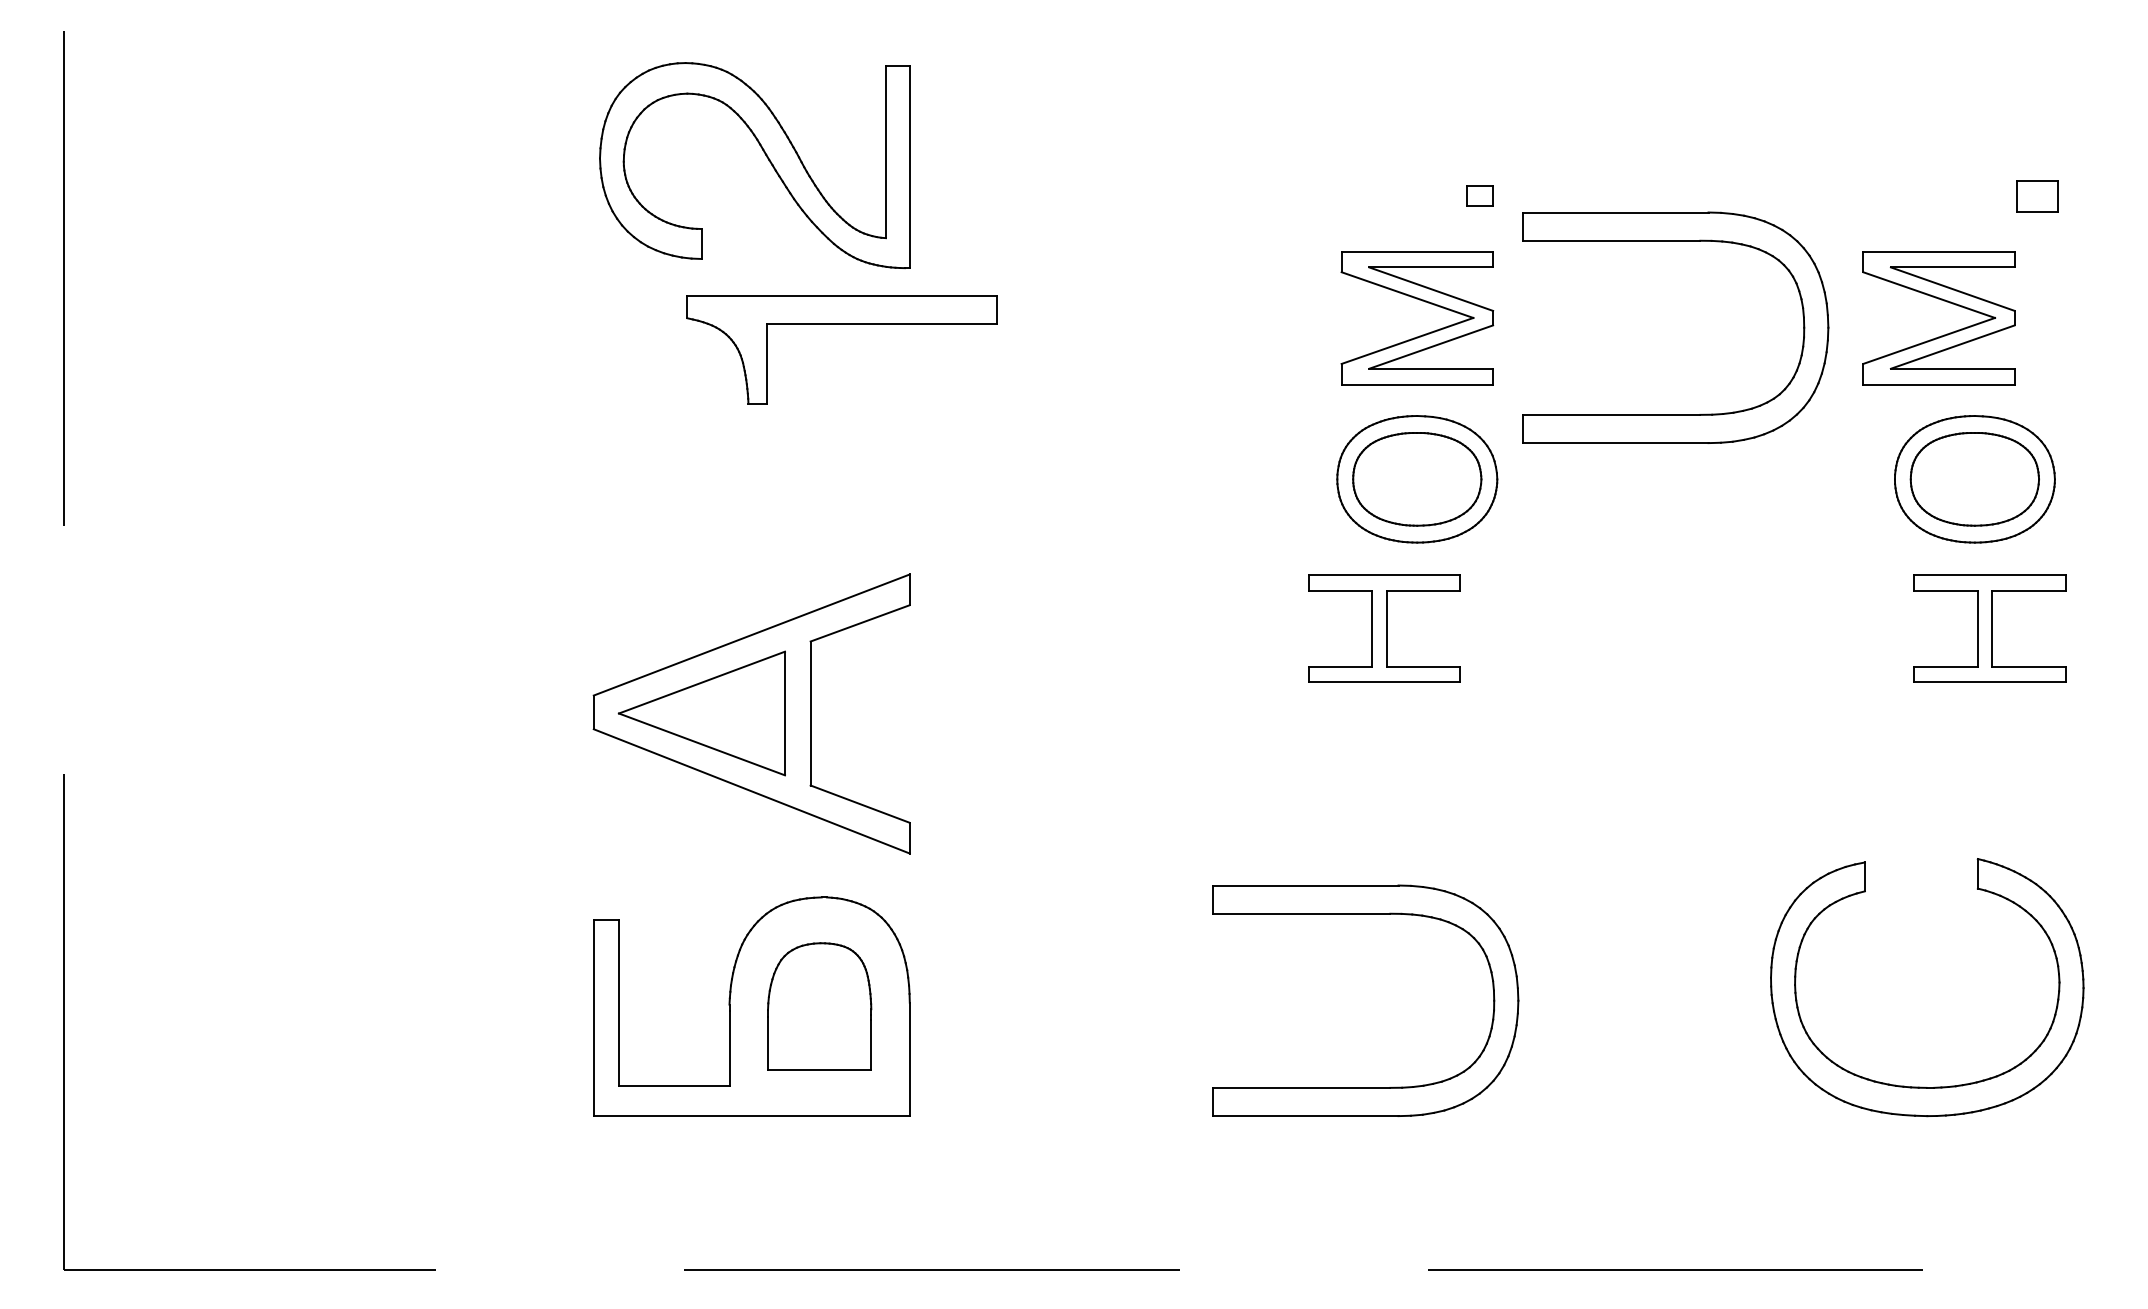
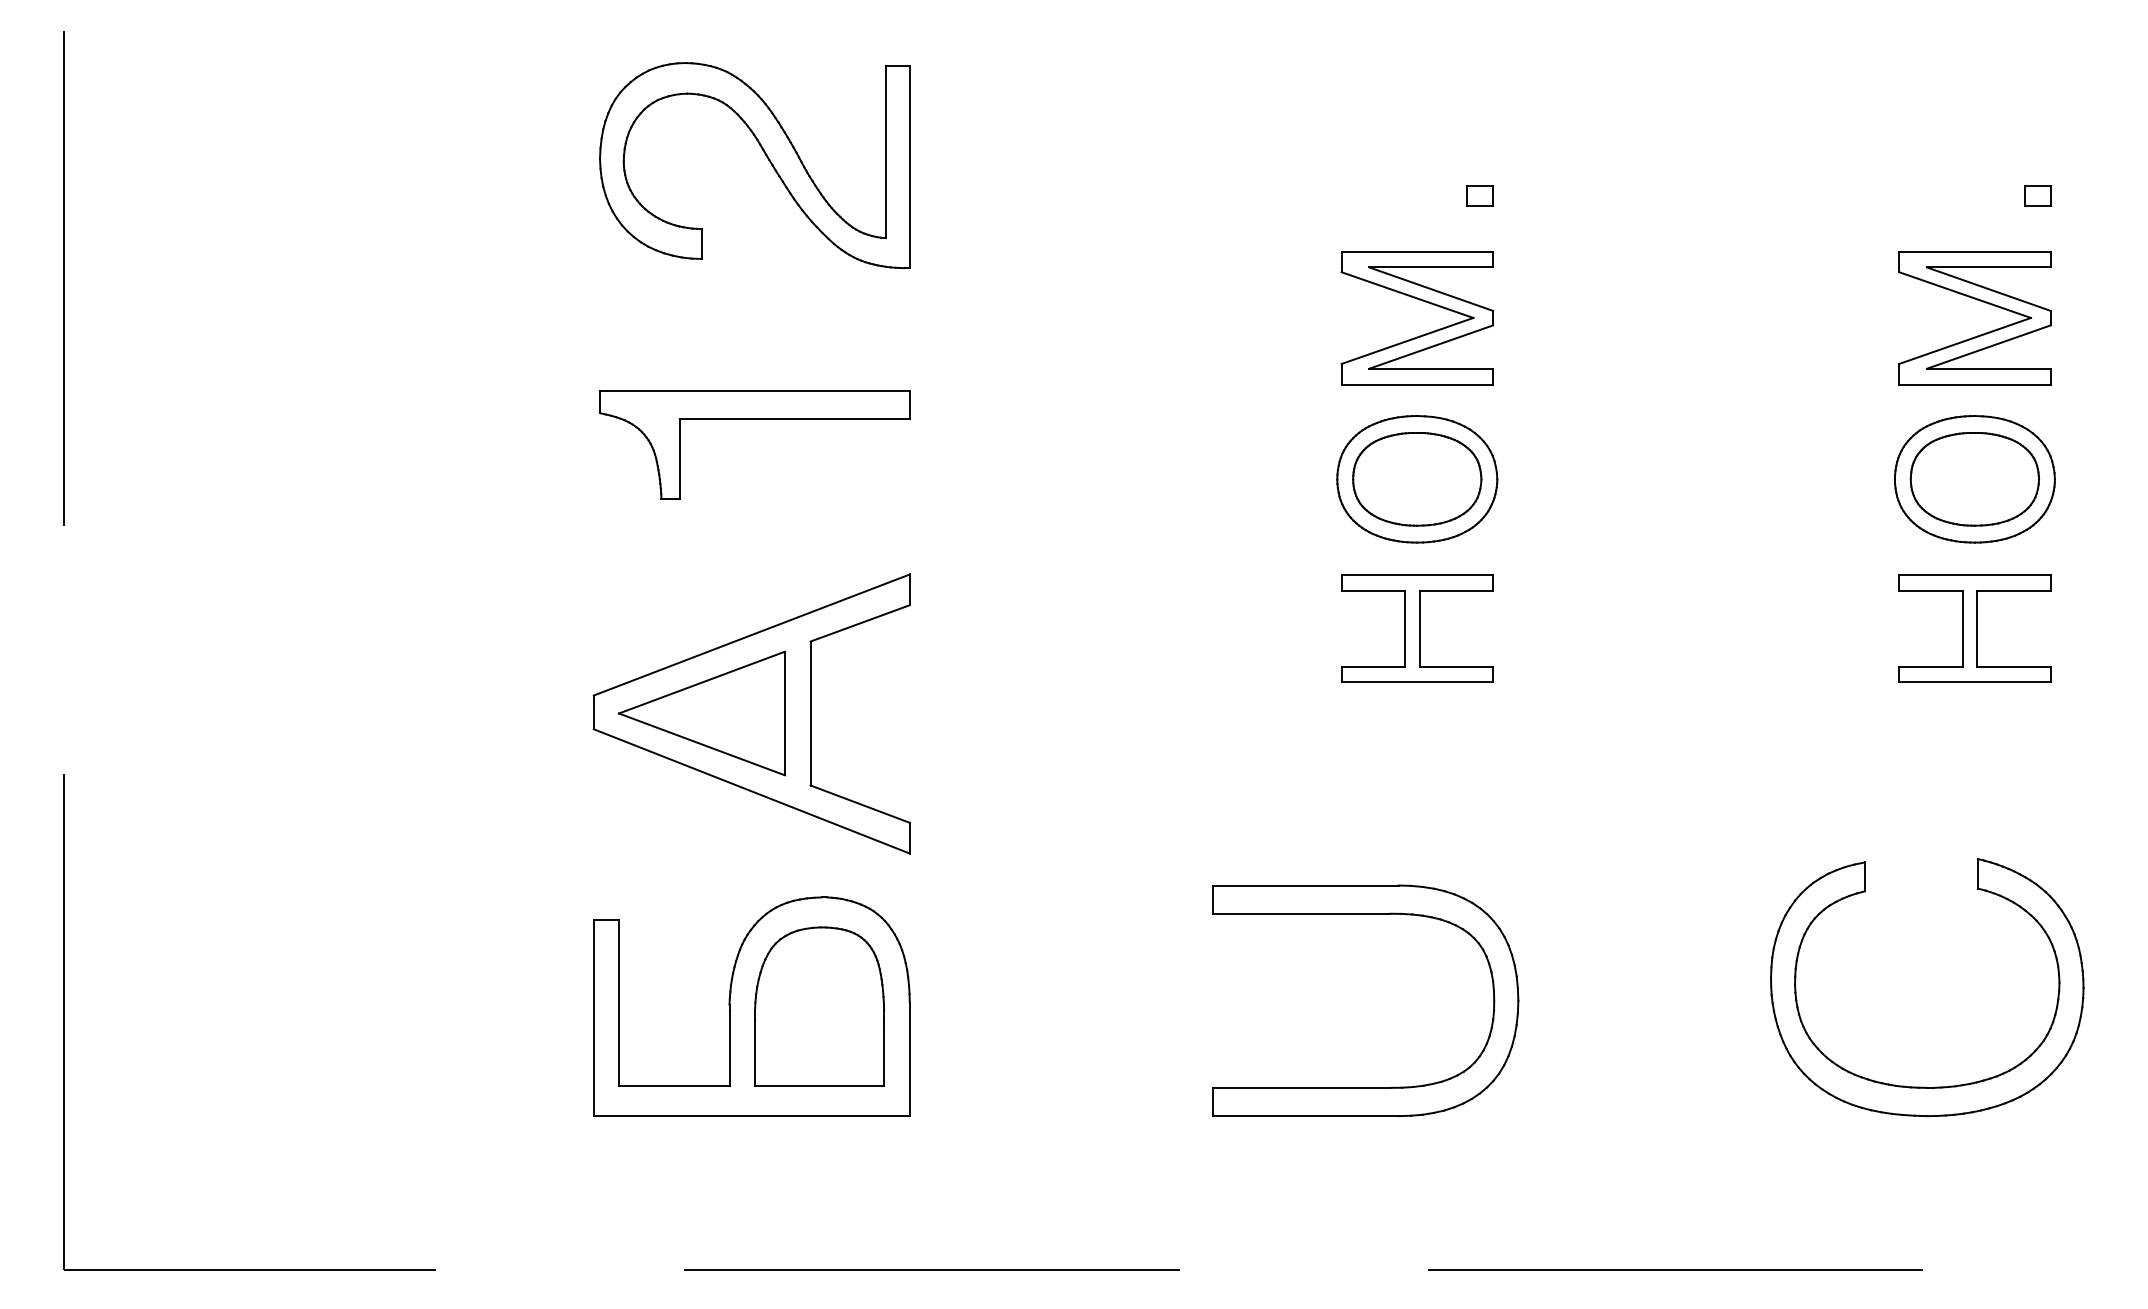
part at (2037, 196) size: 43x33 px -> 28x22 px
part at (1675, 241): present -> none
part at (841, 324) position: (841, 324) -> (754, 419)
part at (1944, 334) position: (1944, 334) -> (1980, 334)
part at (1384, 628) position: (1384, 628) -> (1417, 628)
part at (1989, 628) position: (1989, 628) -> (1974, 628)
part at (819, 1006) size: 106x129 px -> 132x161 px
